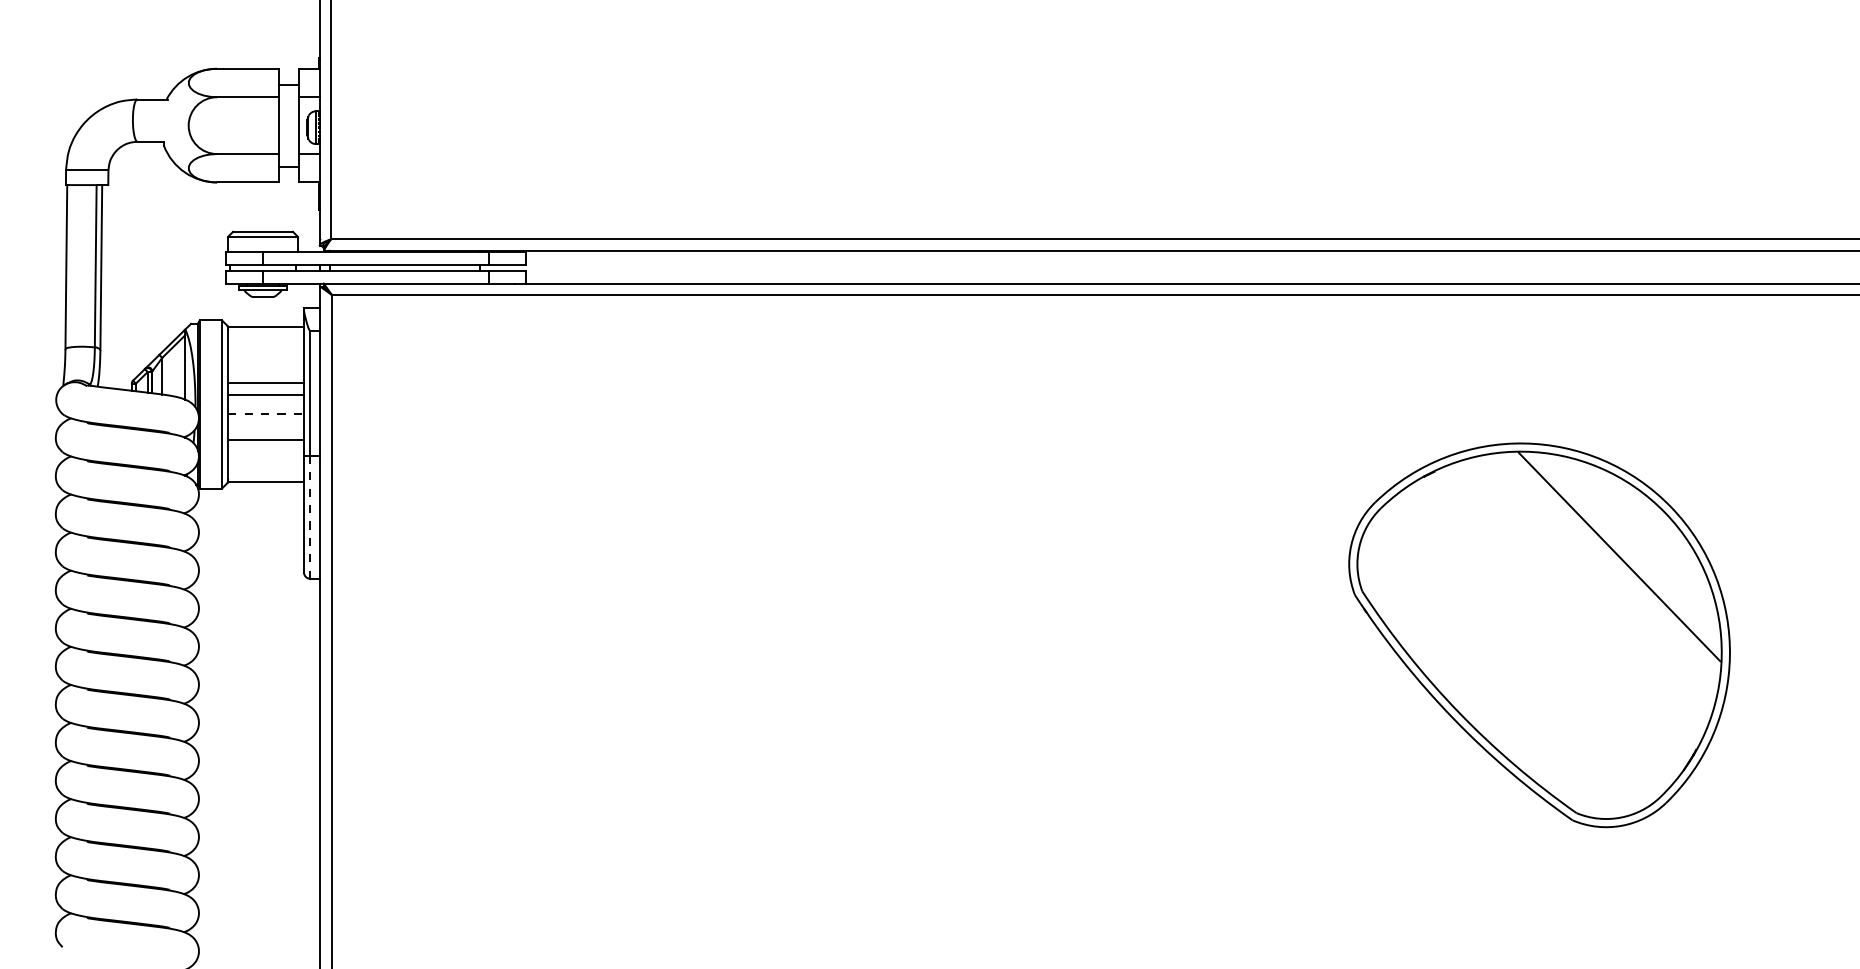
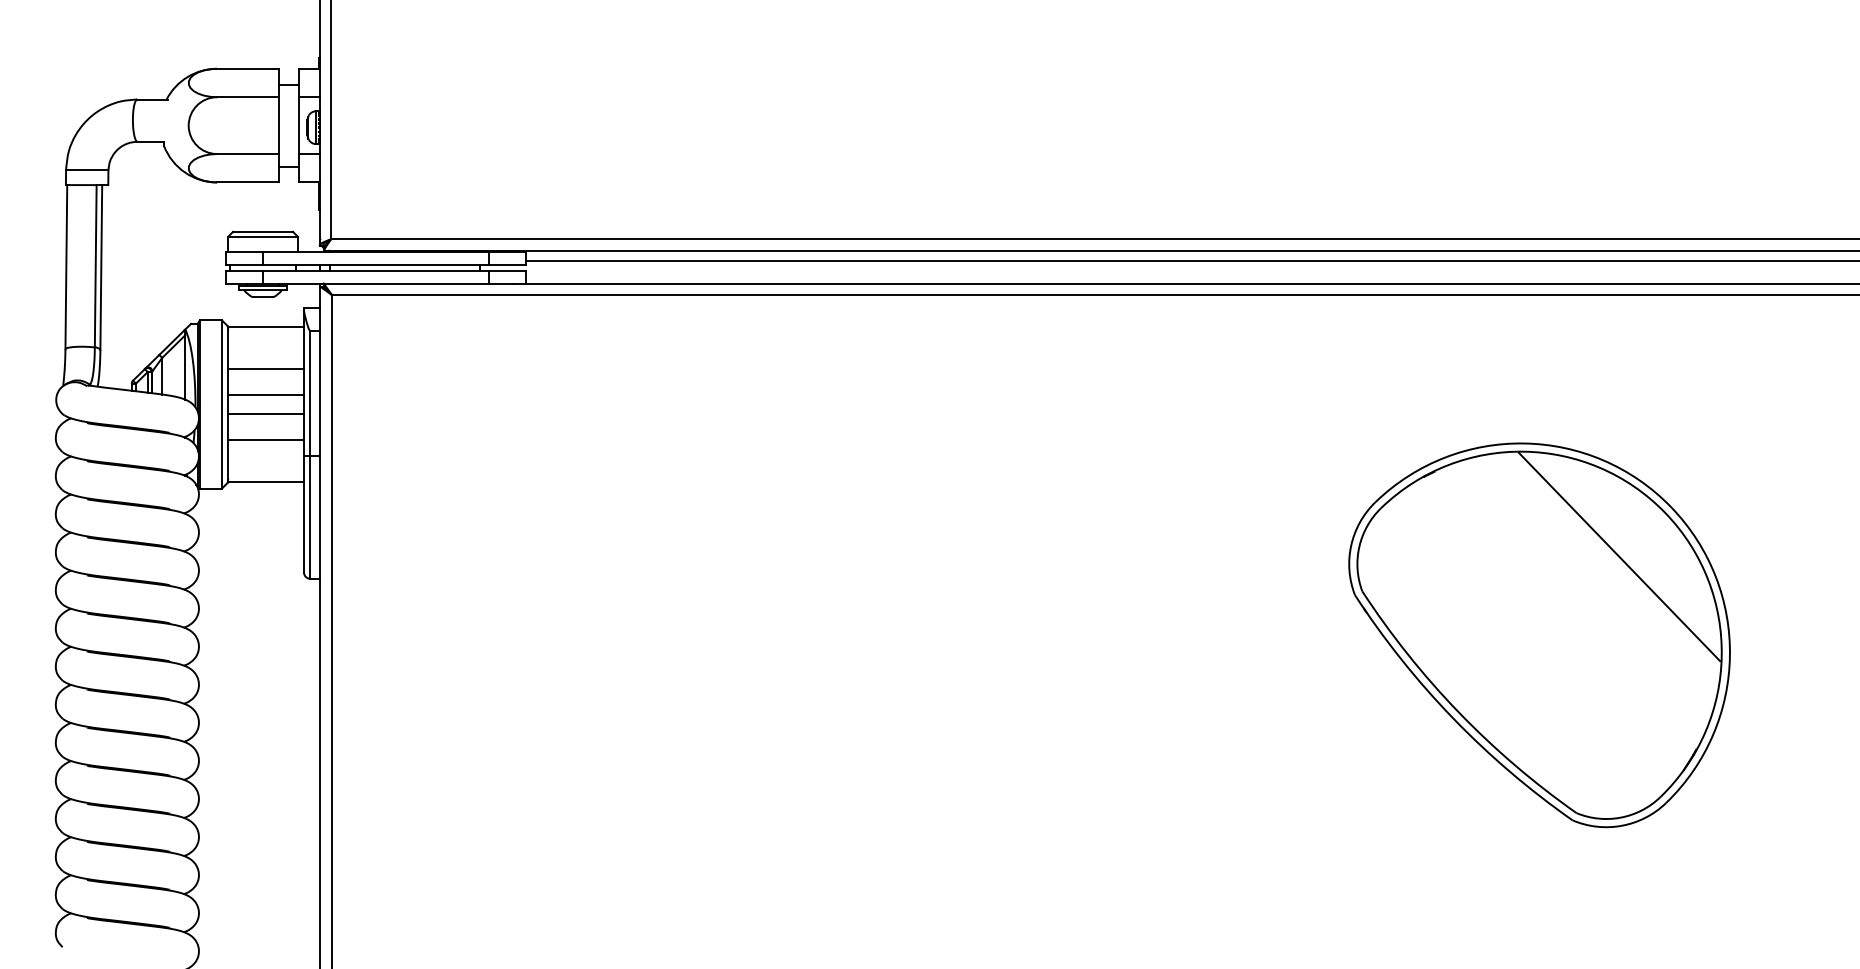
line at (1190, 260): none -> present
line at (266, 382) position: (266, 382) -> (266, 368)
line at (266, 413): dashed -> solid
line at (310, 517): dashed -> solid
